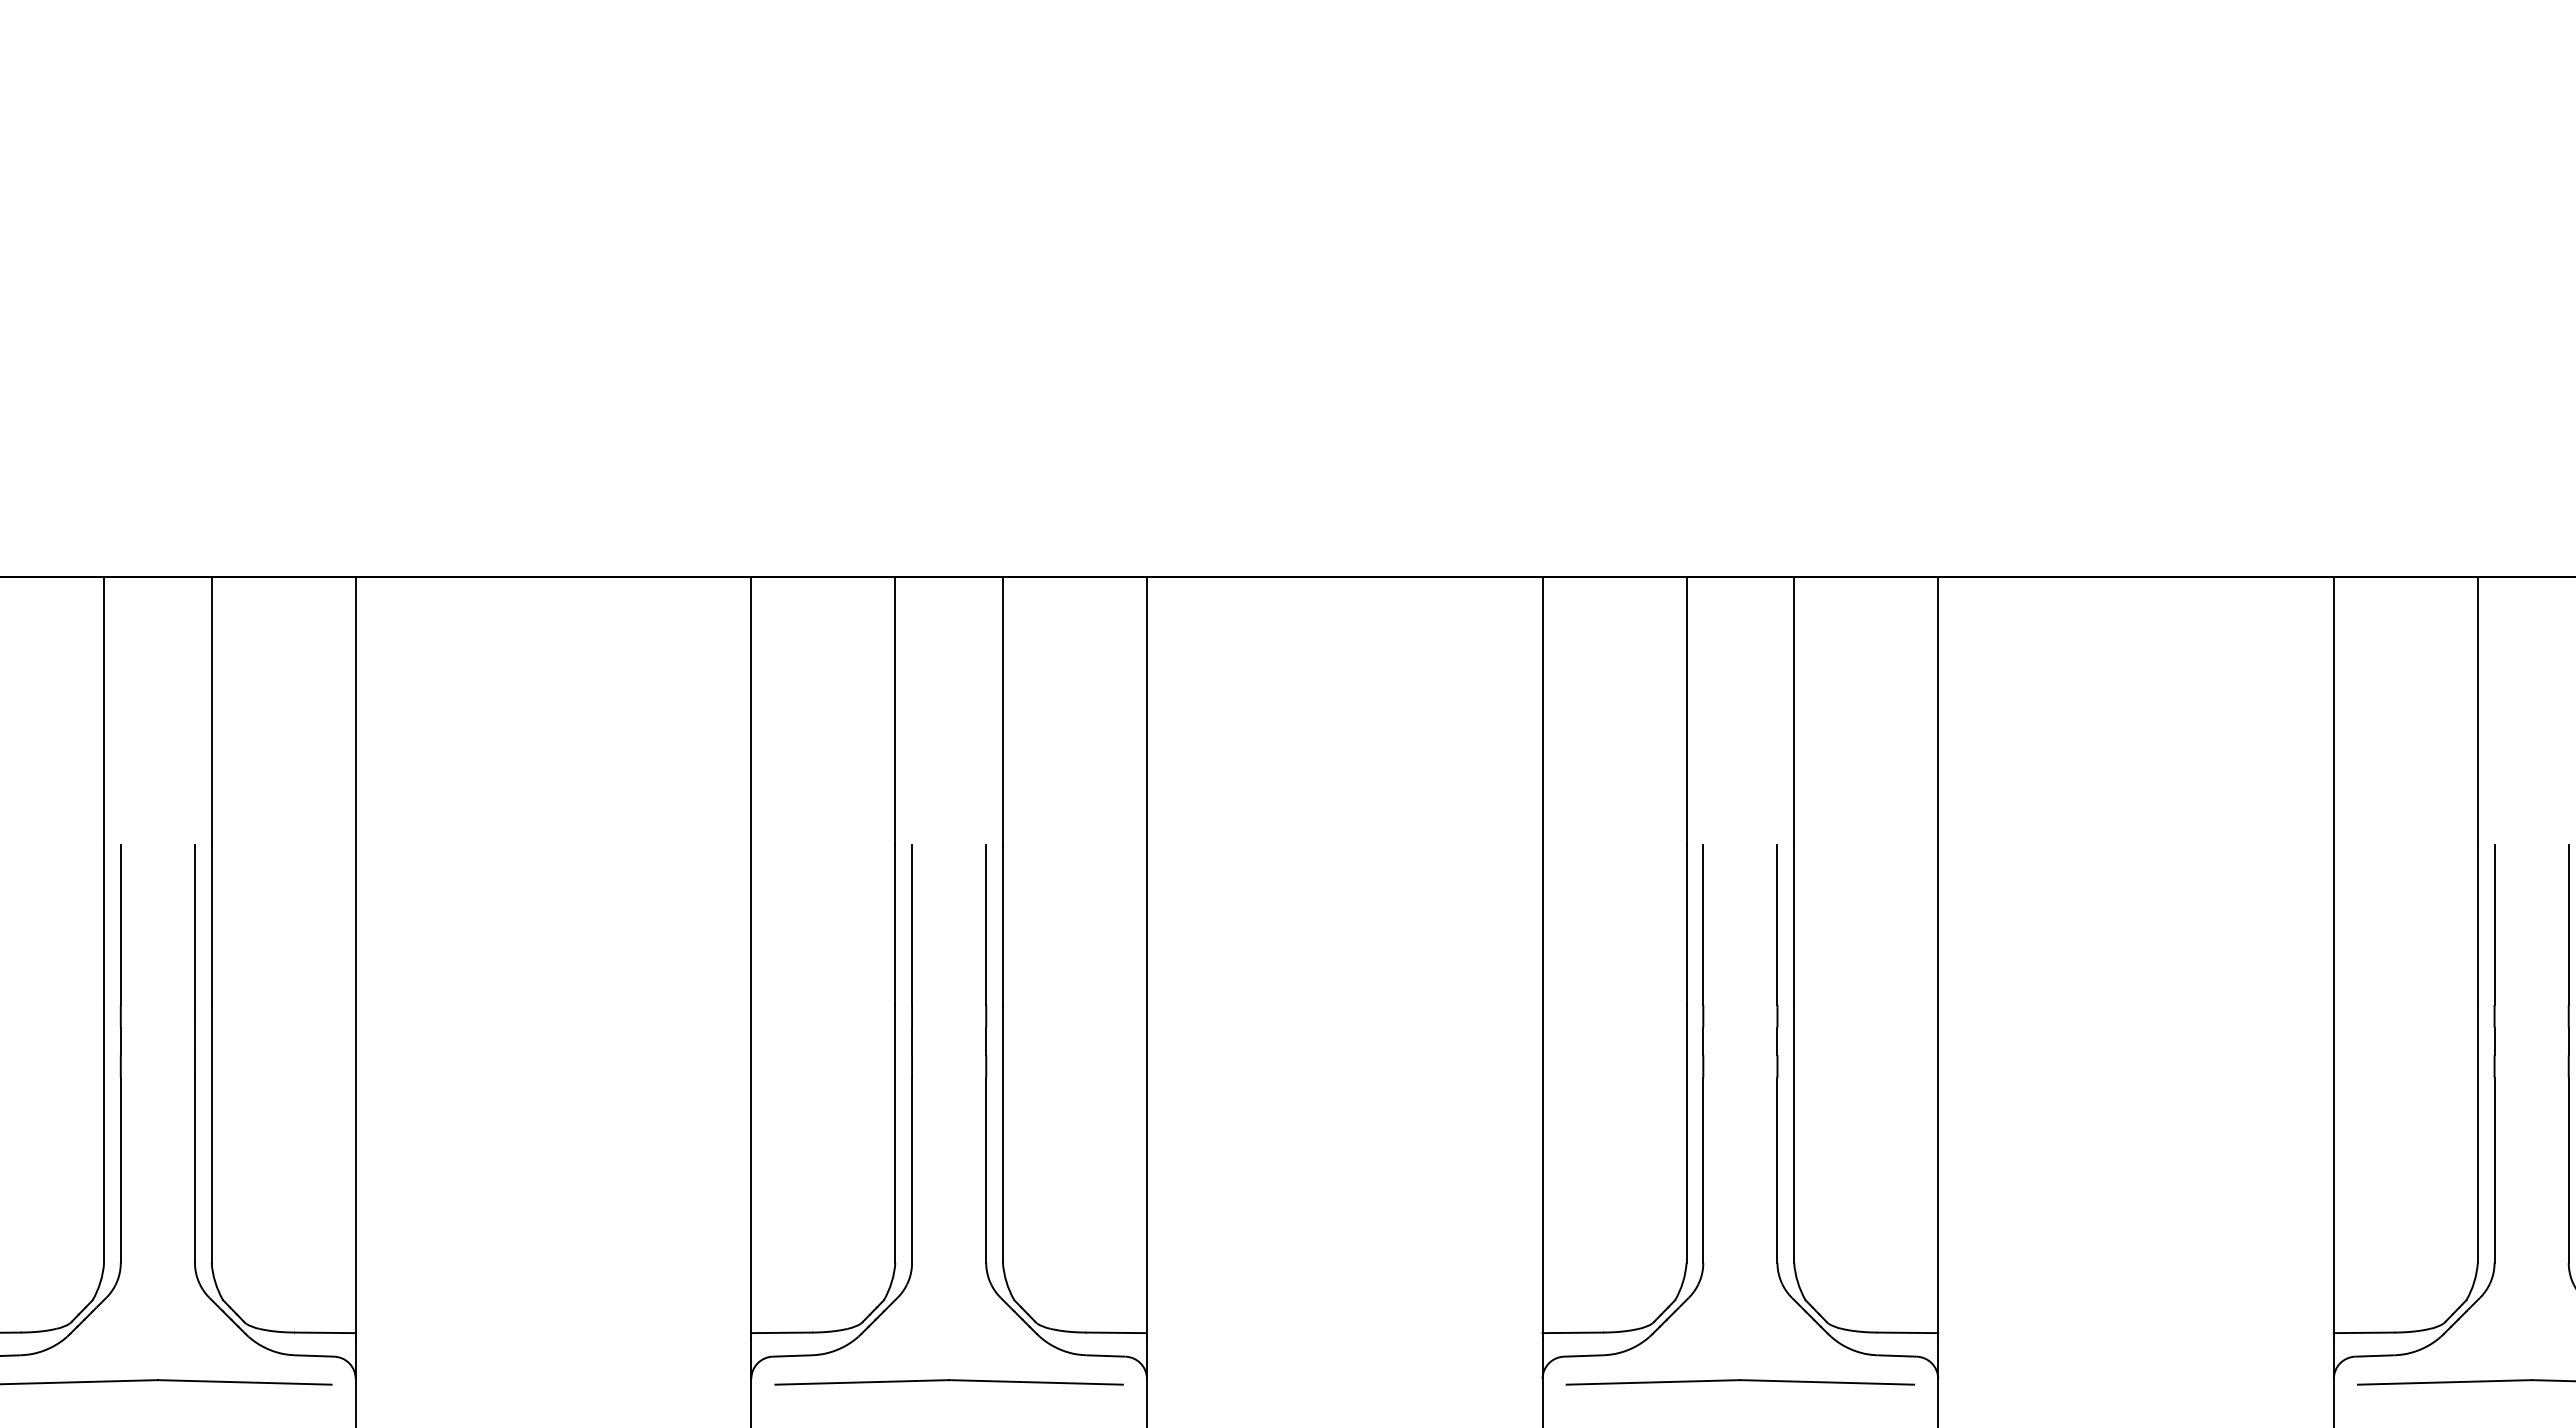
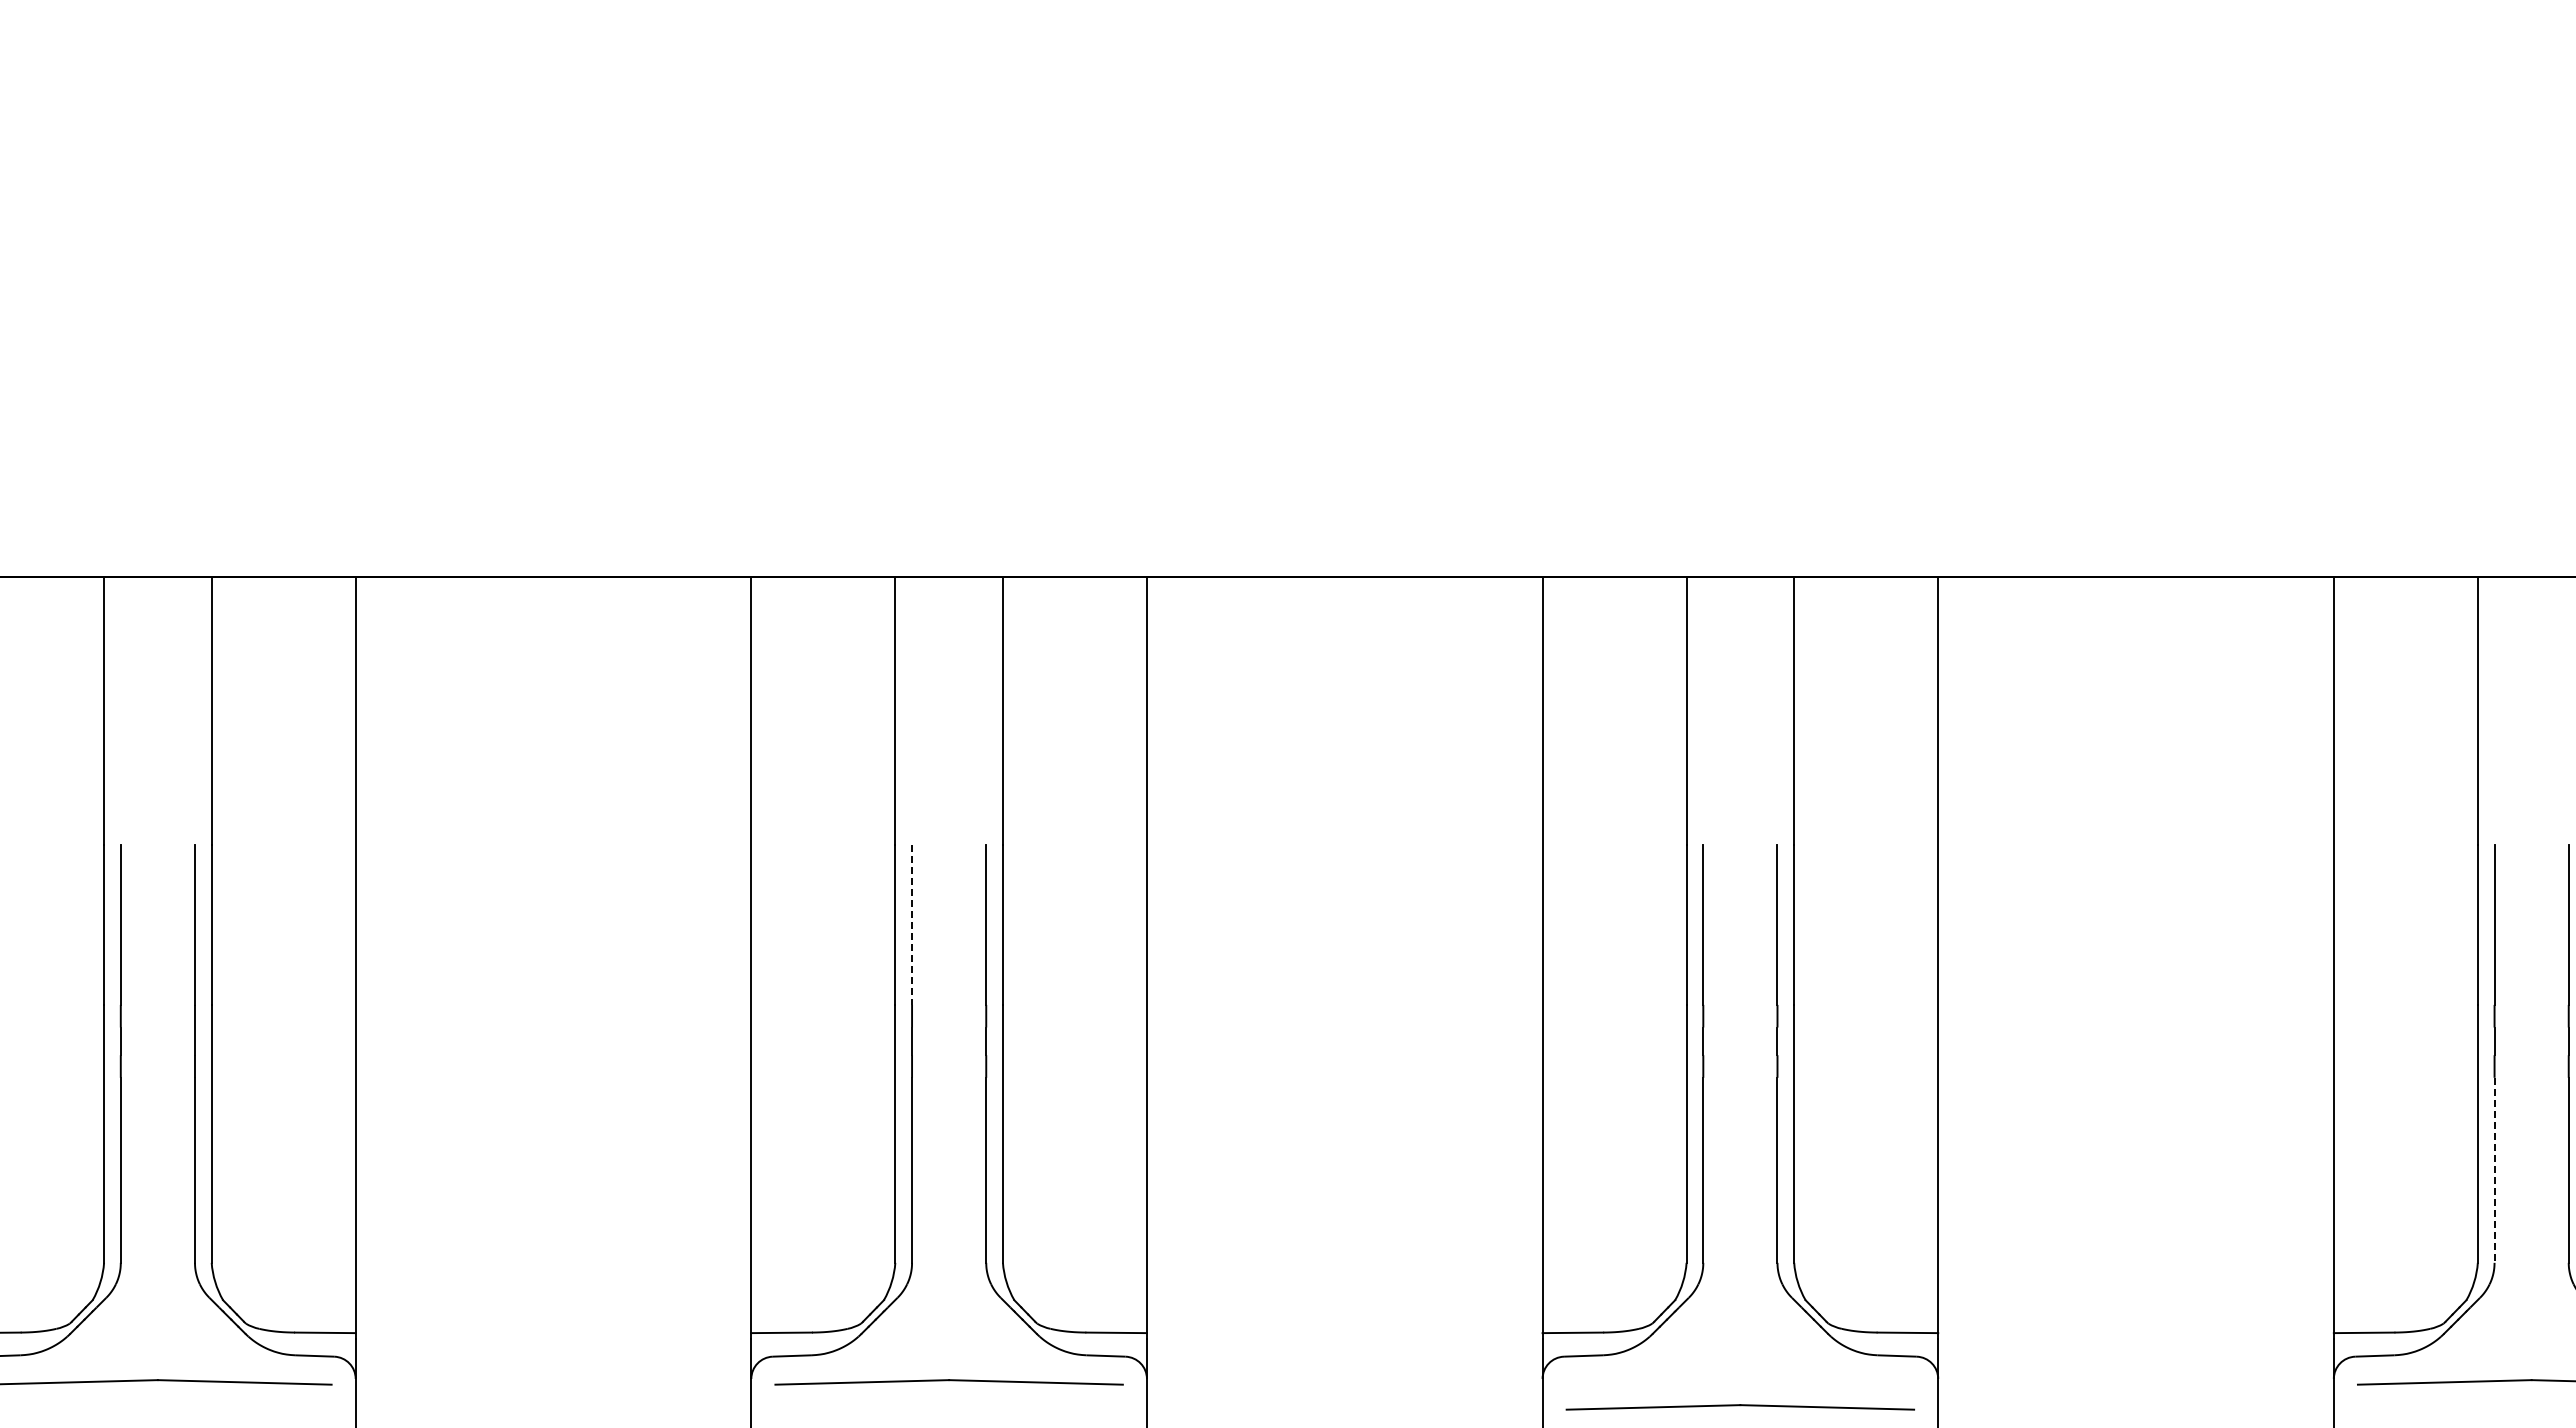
line at (912, 925): solid -> dashed
line at (2494, 1170): solid -> dashed
part at (1739, 1382) position: (1739, 1382) -> (1739, 1407)
